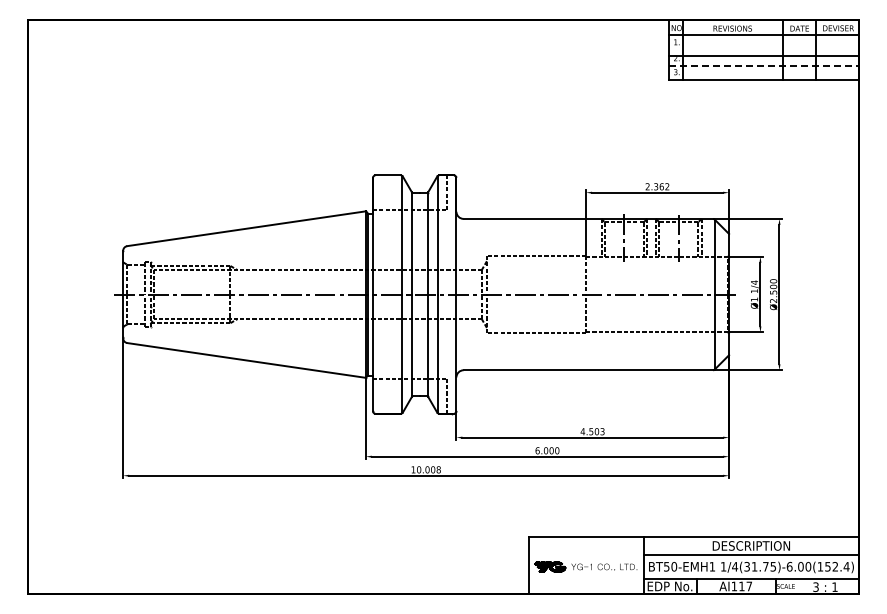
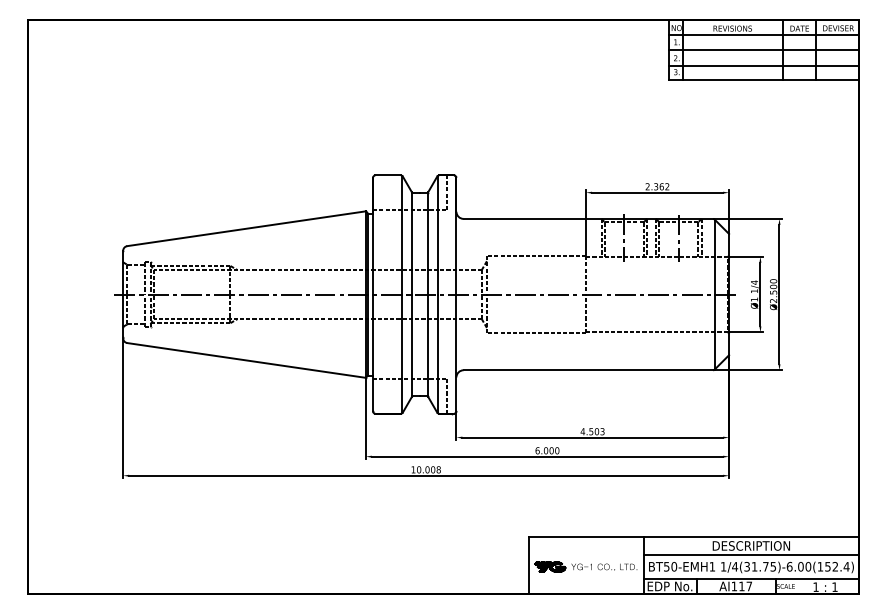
line at (763, 56) position: (763, 56) -> (763, 50)
line at (764, 65): dashed -> solid
text at (815, 587): 3 -> 1
